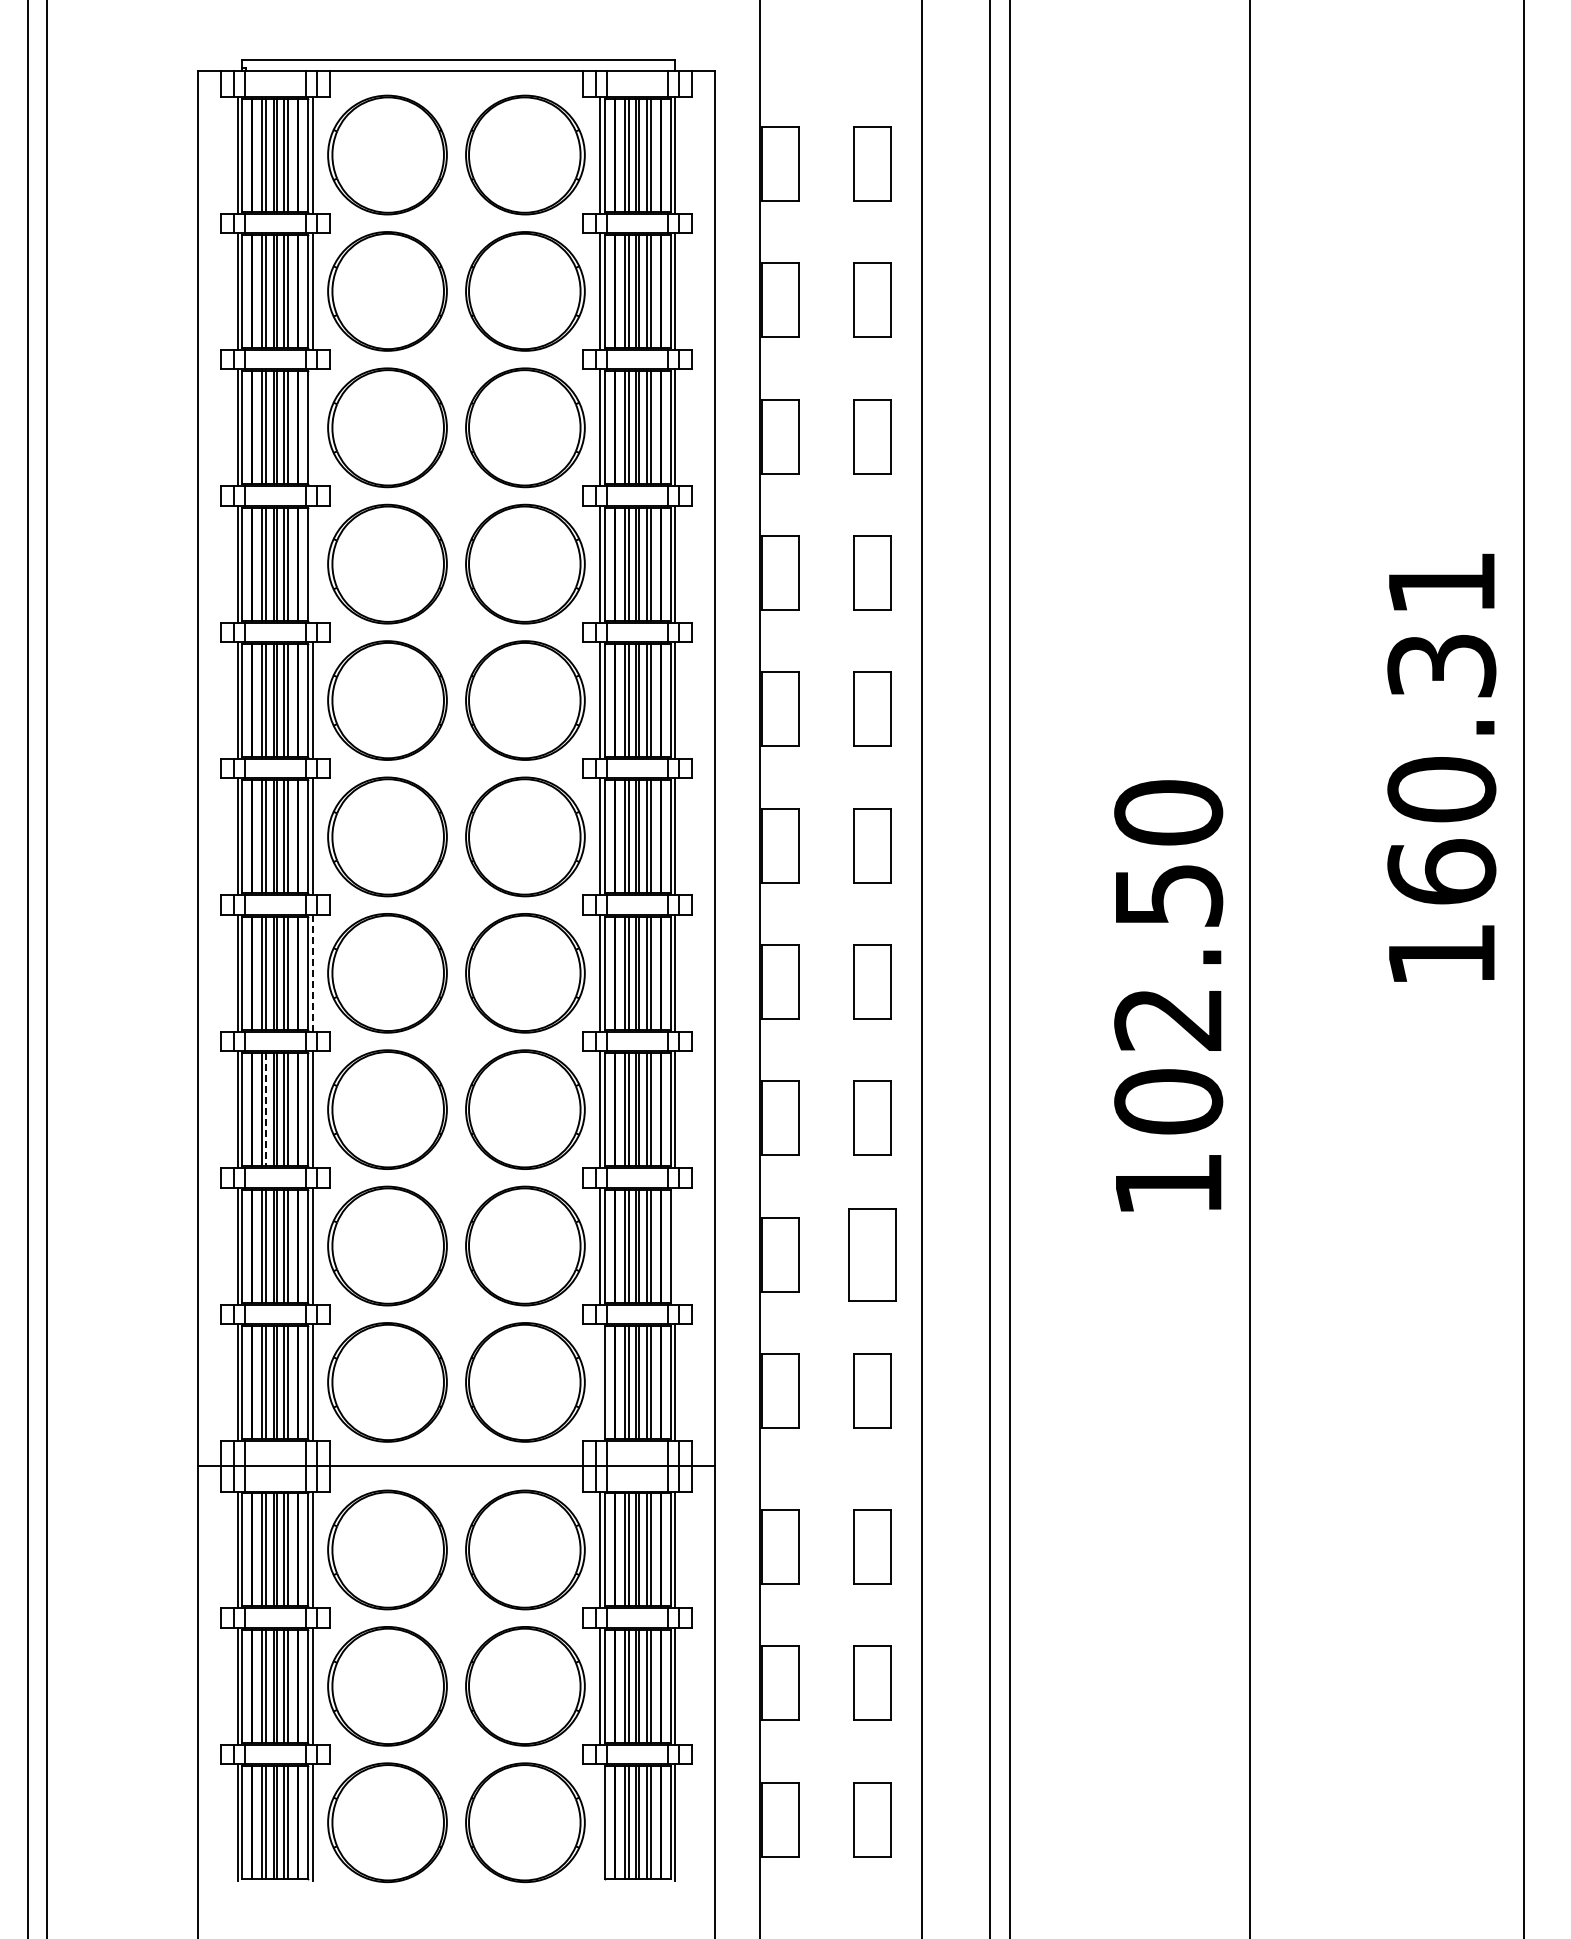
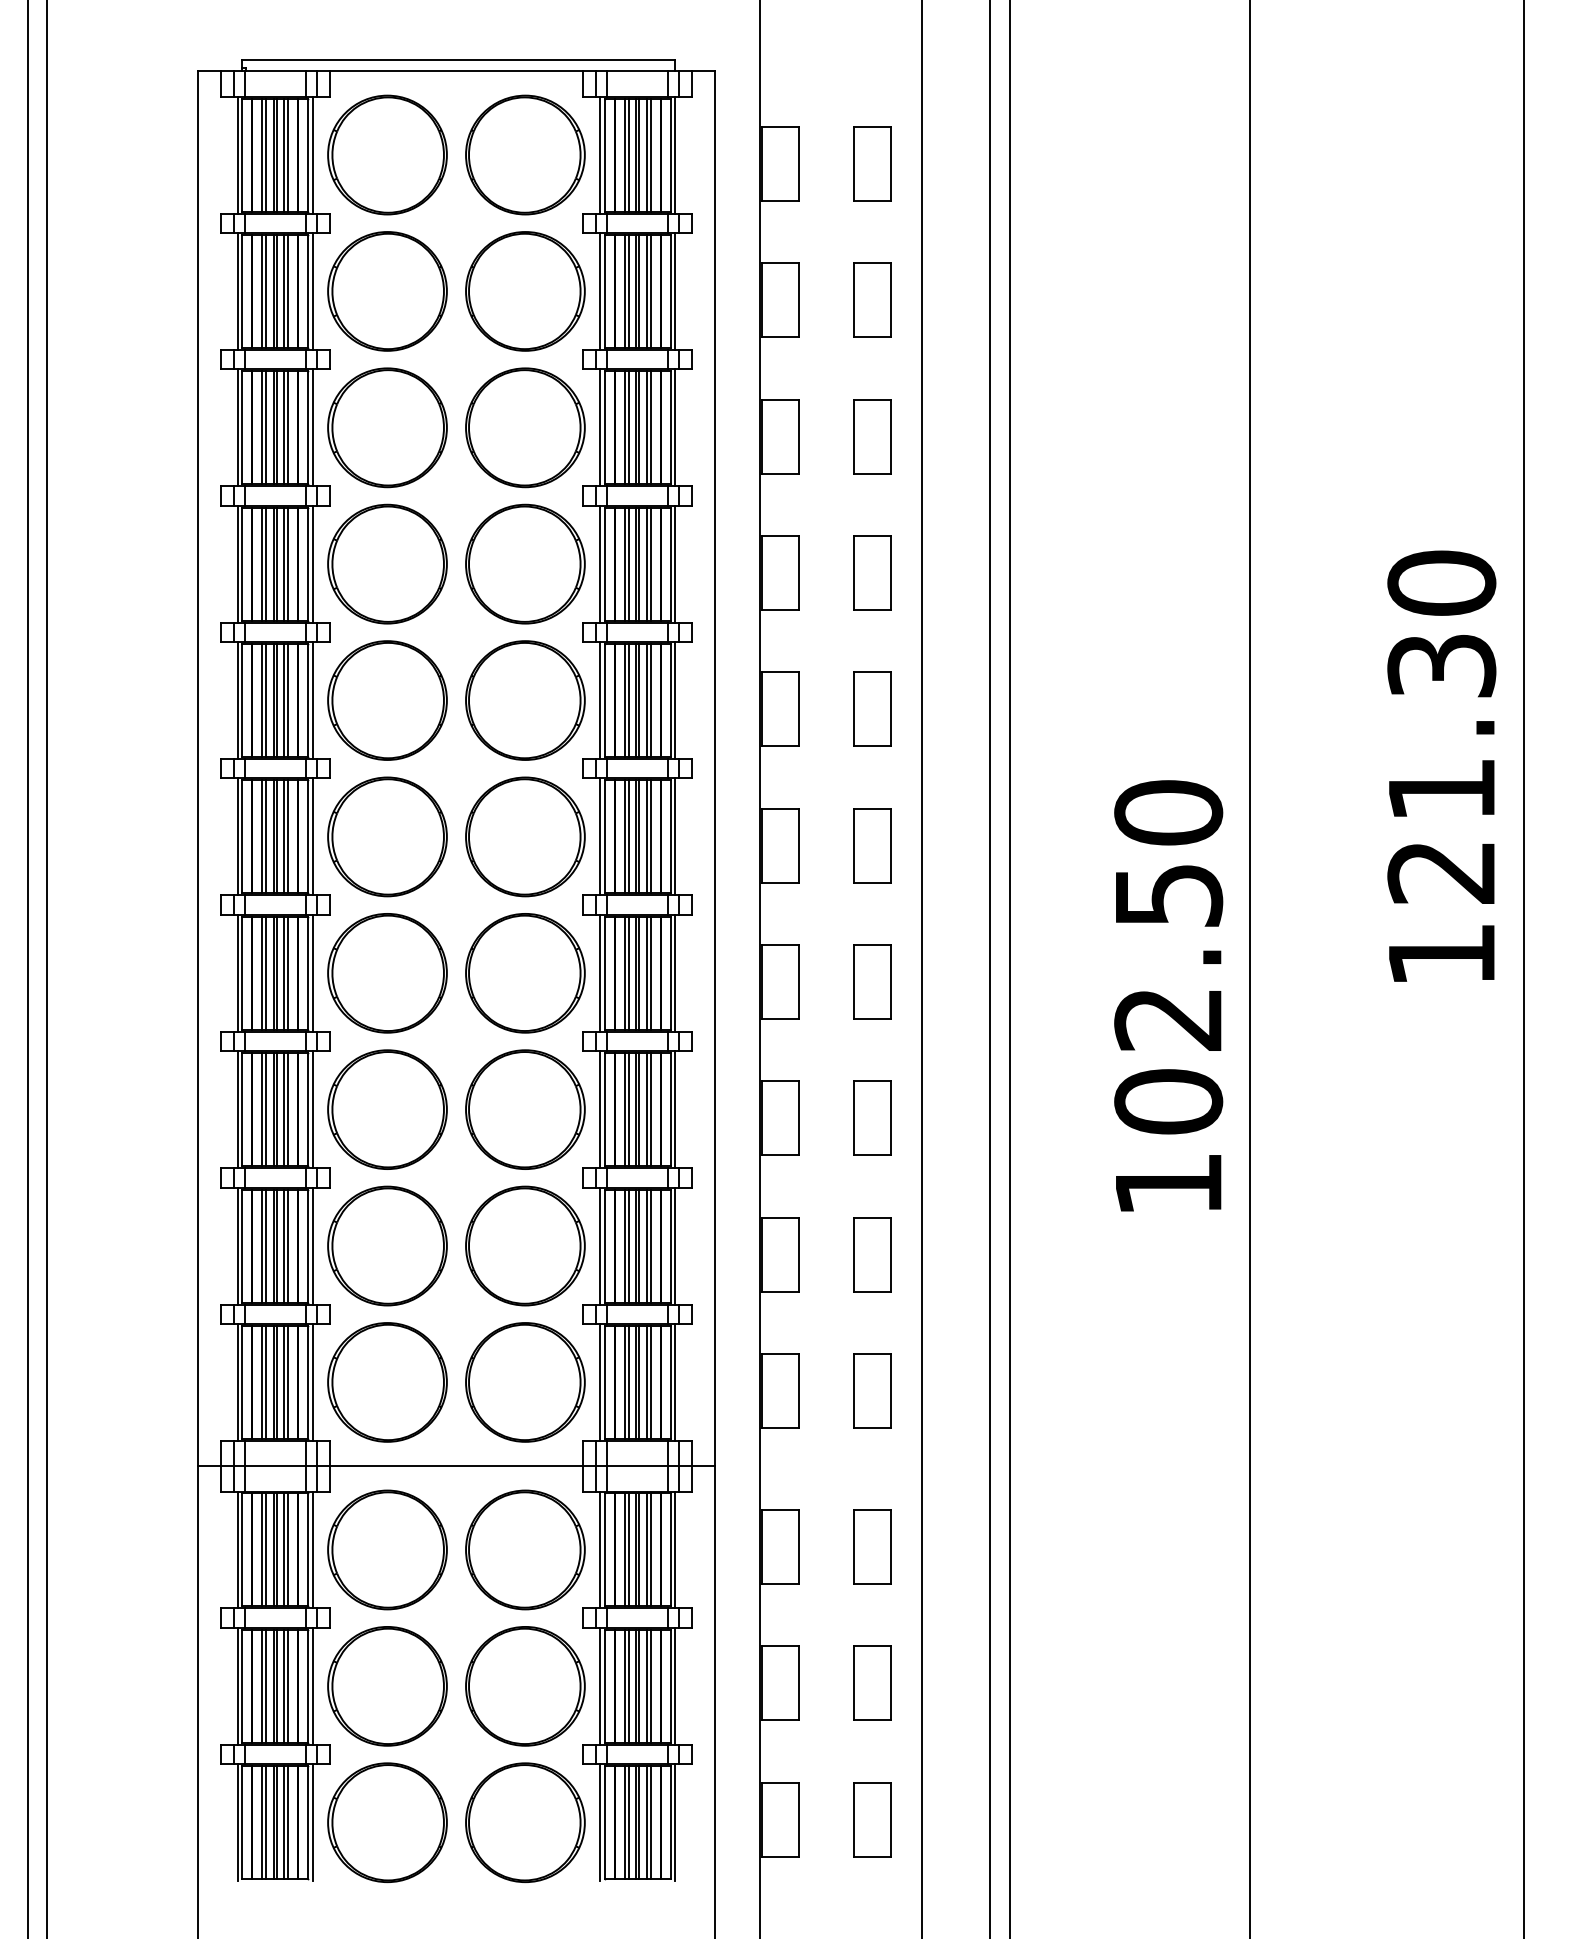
line at (312, 427): none -> present
line at (312, 563): none -> present
text at (1441, 727): 160.31 -> 121.30
line at (312, 972): dashed -> solid
line at (266, 1110): dashed -> solid
line at (674, 1245): none -> present
part at (872, 1254) size: 49x94 px -> 39x76 px
line at (600, 1381): none -> present
line at (600, 1822): none -> present
